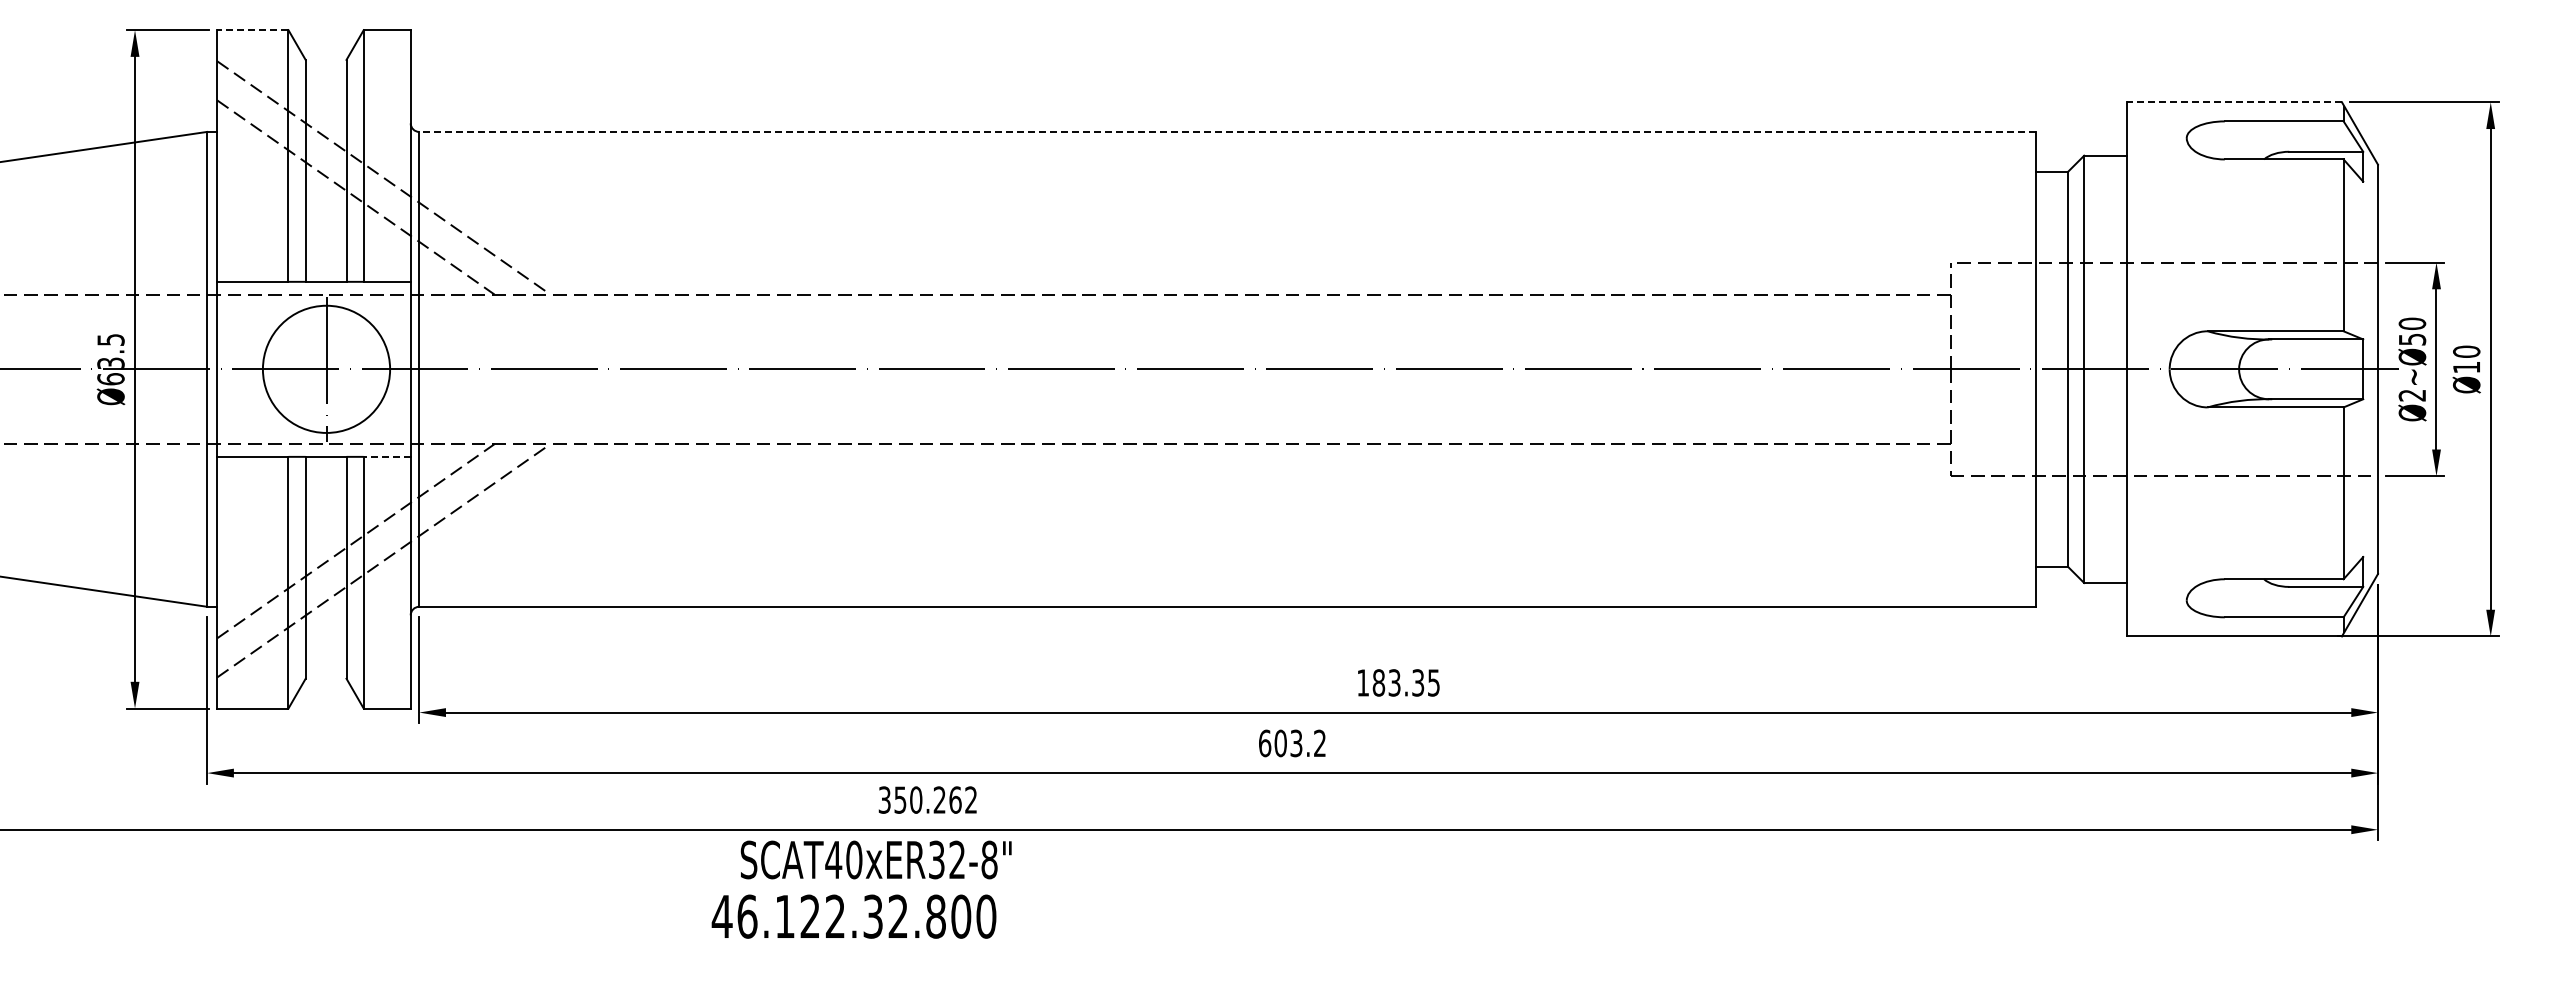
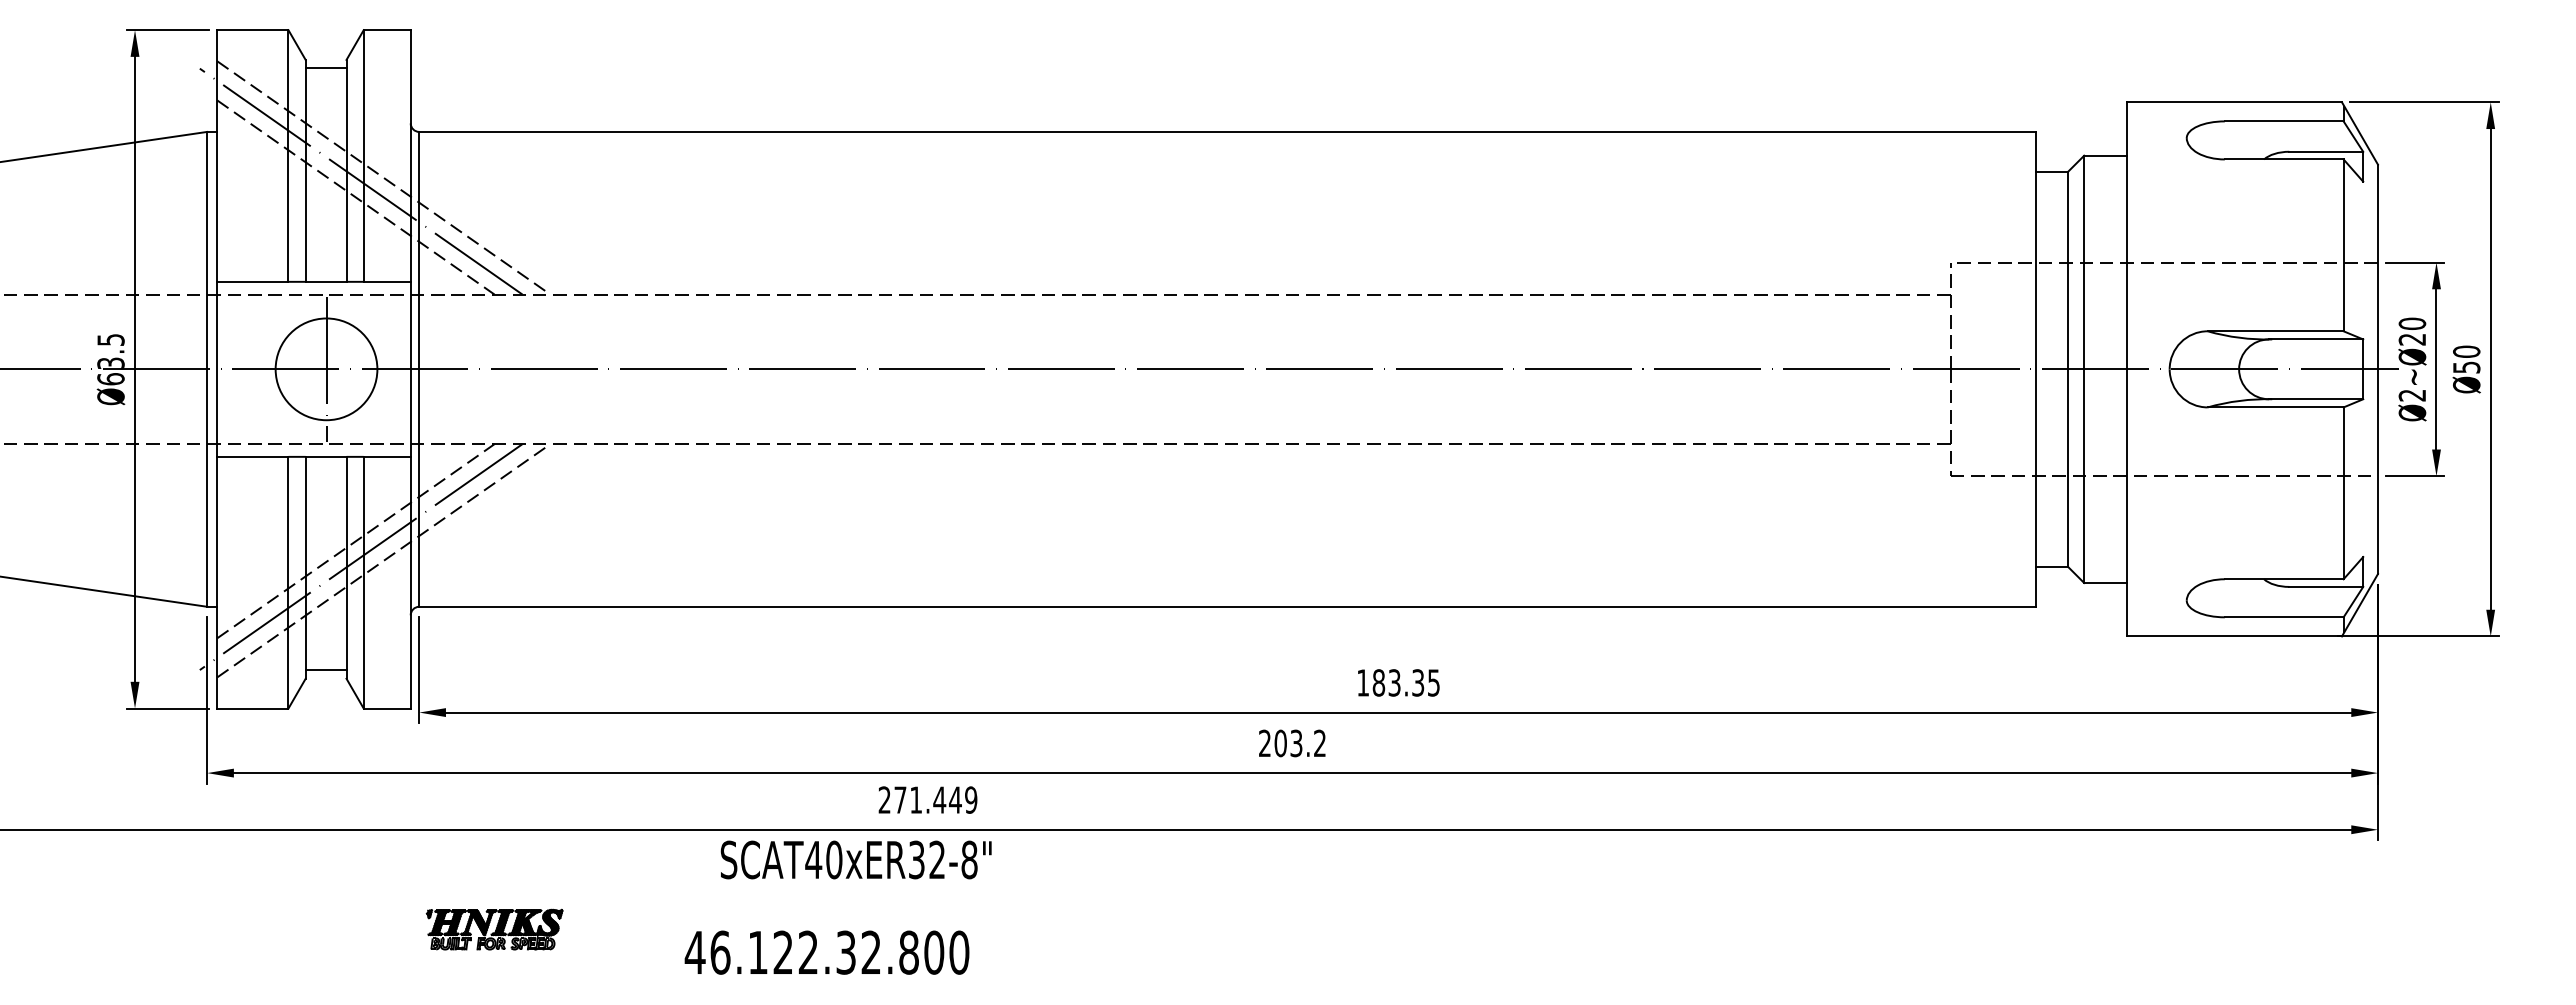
line at (252, 30): dashed -> solid
line at (325, 68): none -> present
line at (2234, 102): dashed -> solid
line at (1227, 131): dashed -> solid
line at (360, 181): none -> present
text at (2412, 339): Ø2~Ø50 -> Ø2~Ø20
text at (2466, 367): Ø10 -> Ø50
circle at (326, 368) diameter: 127 px -> 102 px
line at (386, 456): dashed -> solid
line at (360, 557): none -> present
line at (325, 670): none -> present
text at (1265, 743): 603.2 -> 203.2
text at (927, 799): 350.262 -> 271.449
text at (875, 859) position: (875, 859) -> (855, 859)
text at (853, 916) position: (853, 916) -> (826, 952)
part at (494, 929): none -> present
